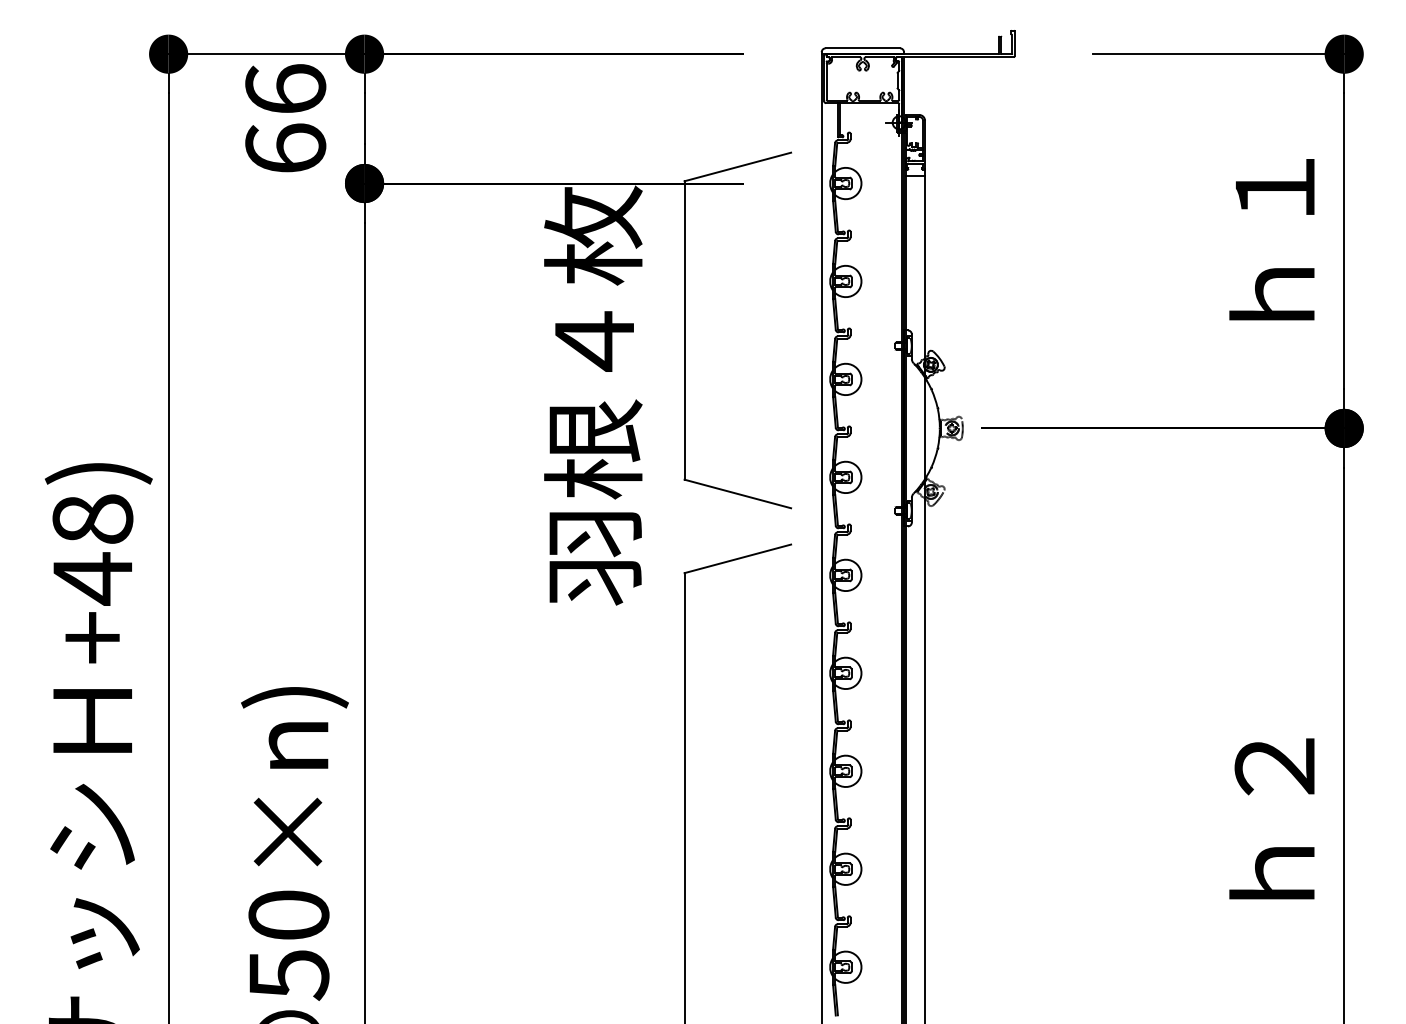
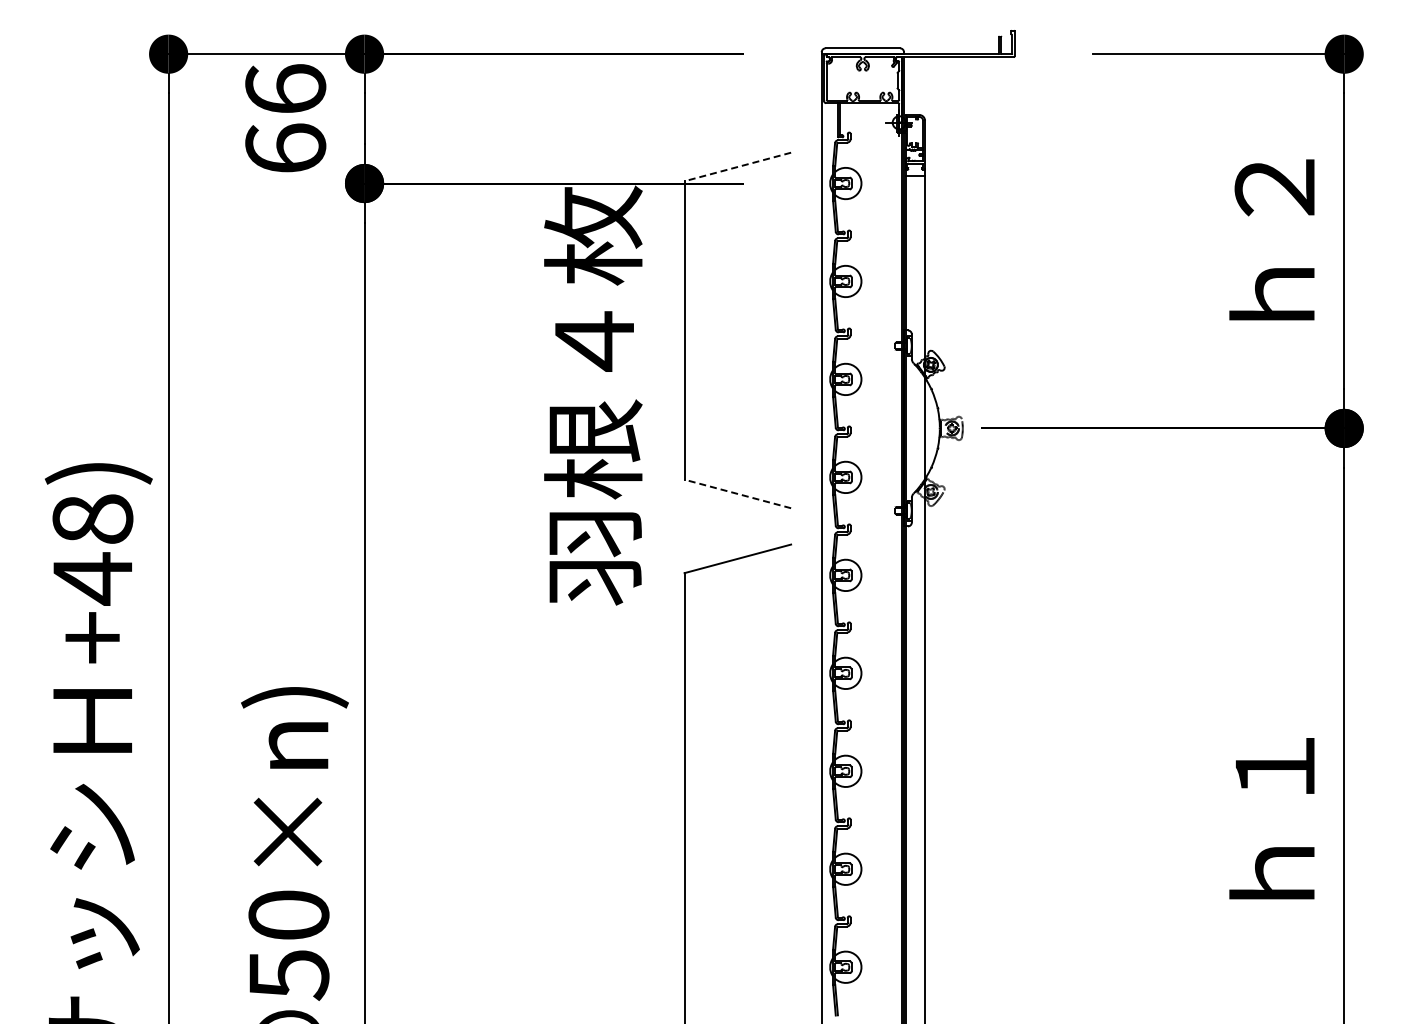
line at (737, 167): solid -> dashed
text at (1274, 187): ｈ１ -> ｈ２
line at (737, 493): solid -> dashed
text at (1274, 766): ｈ２ -> ｈ１
